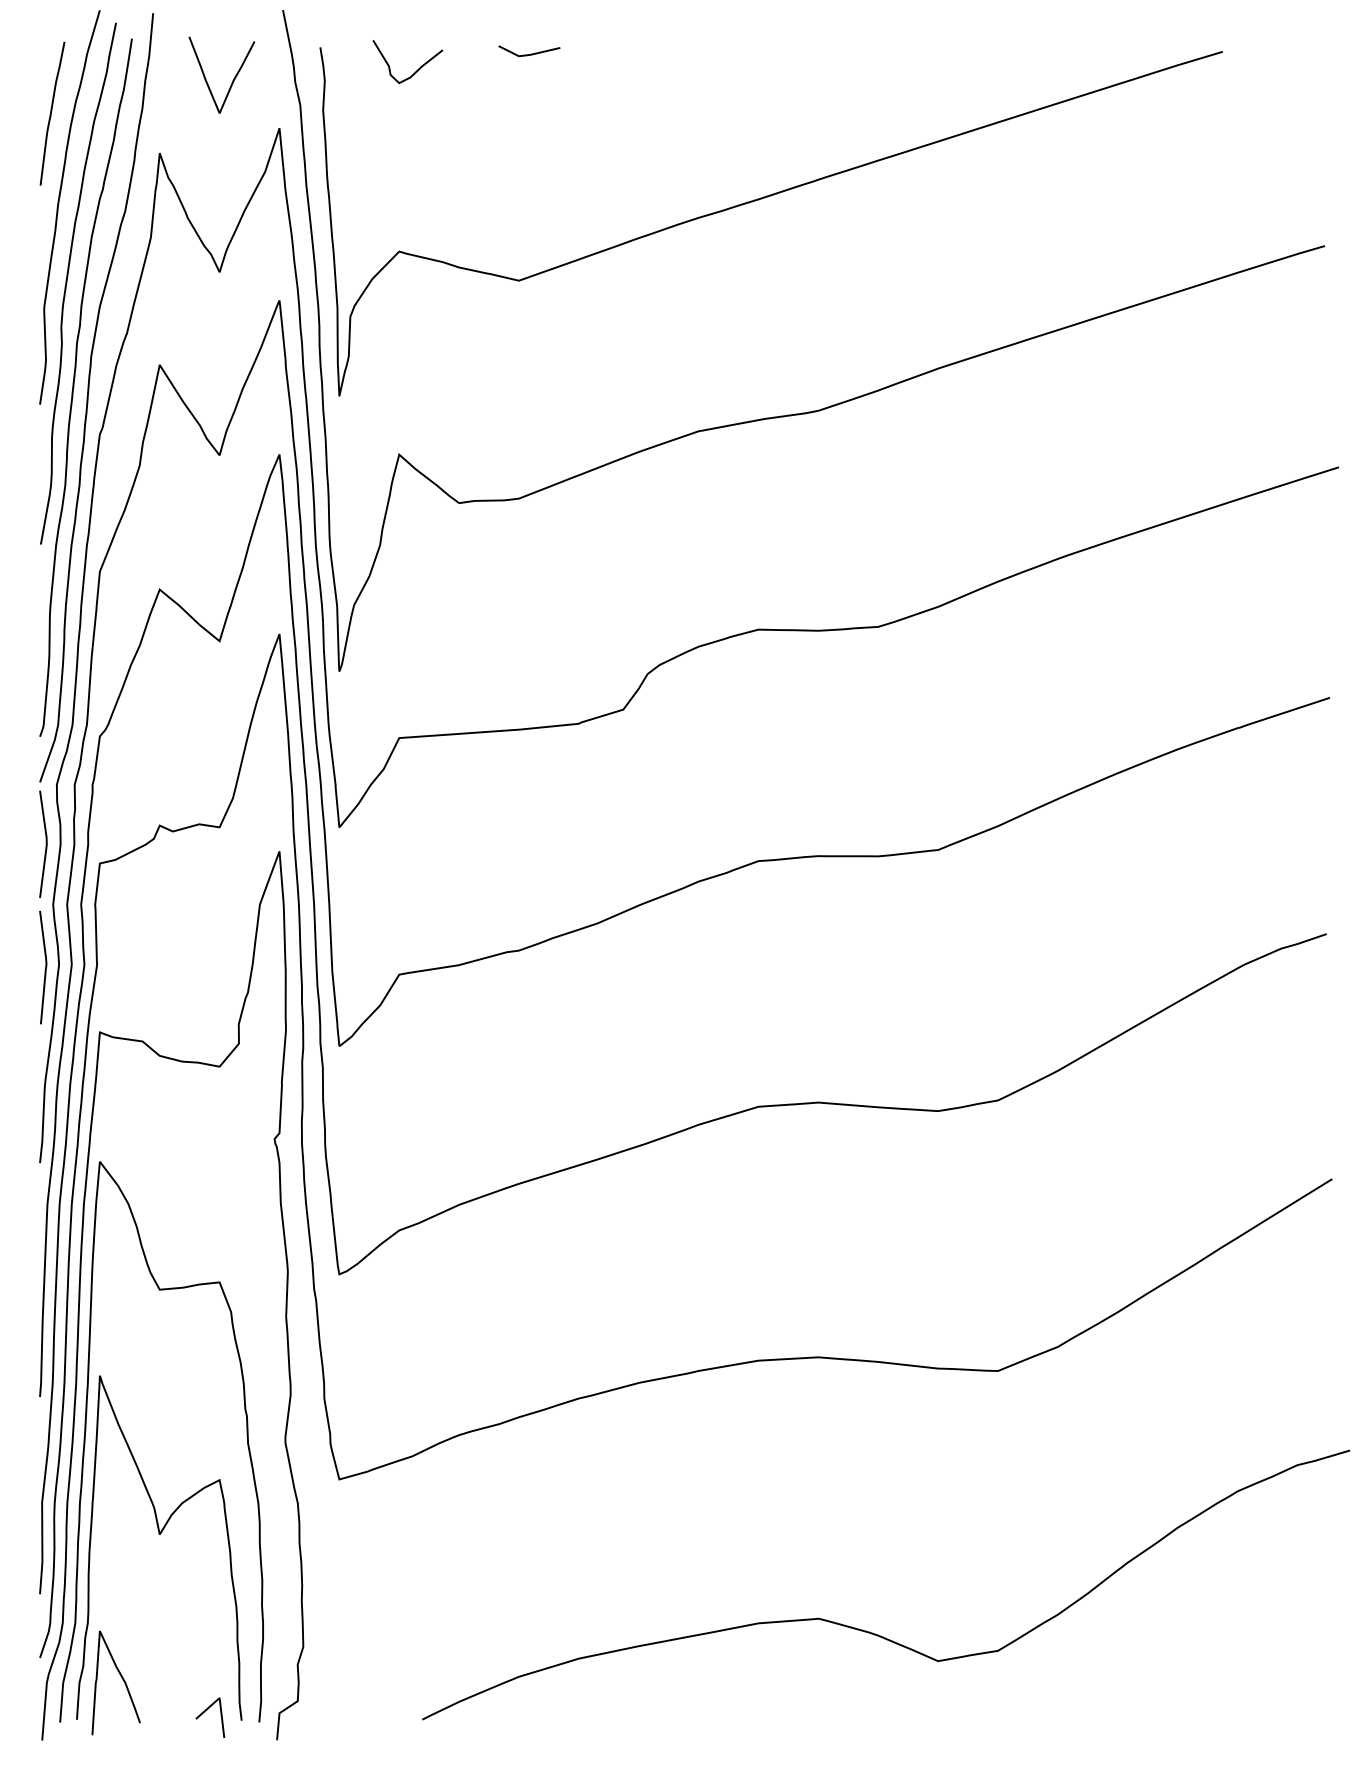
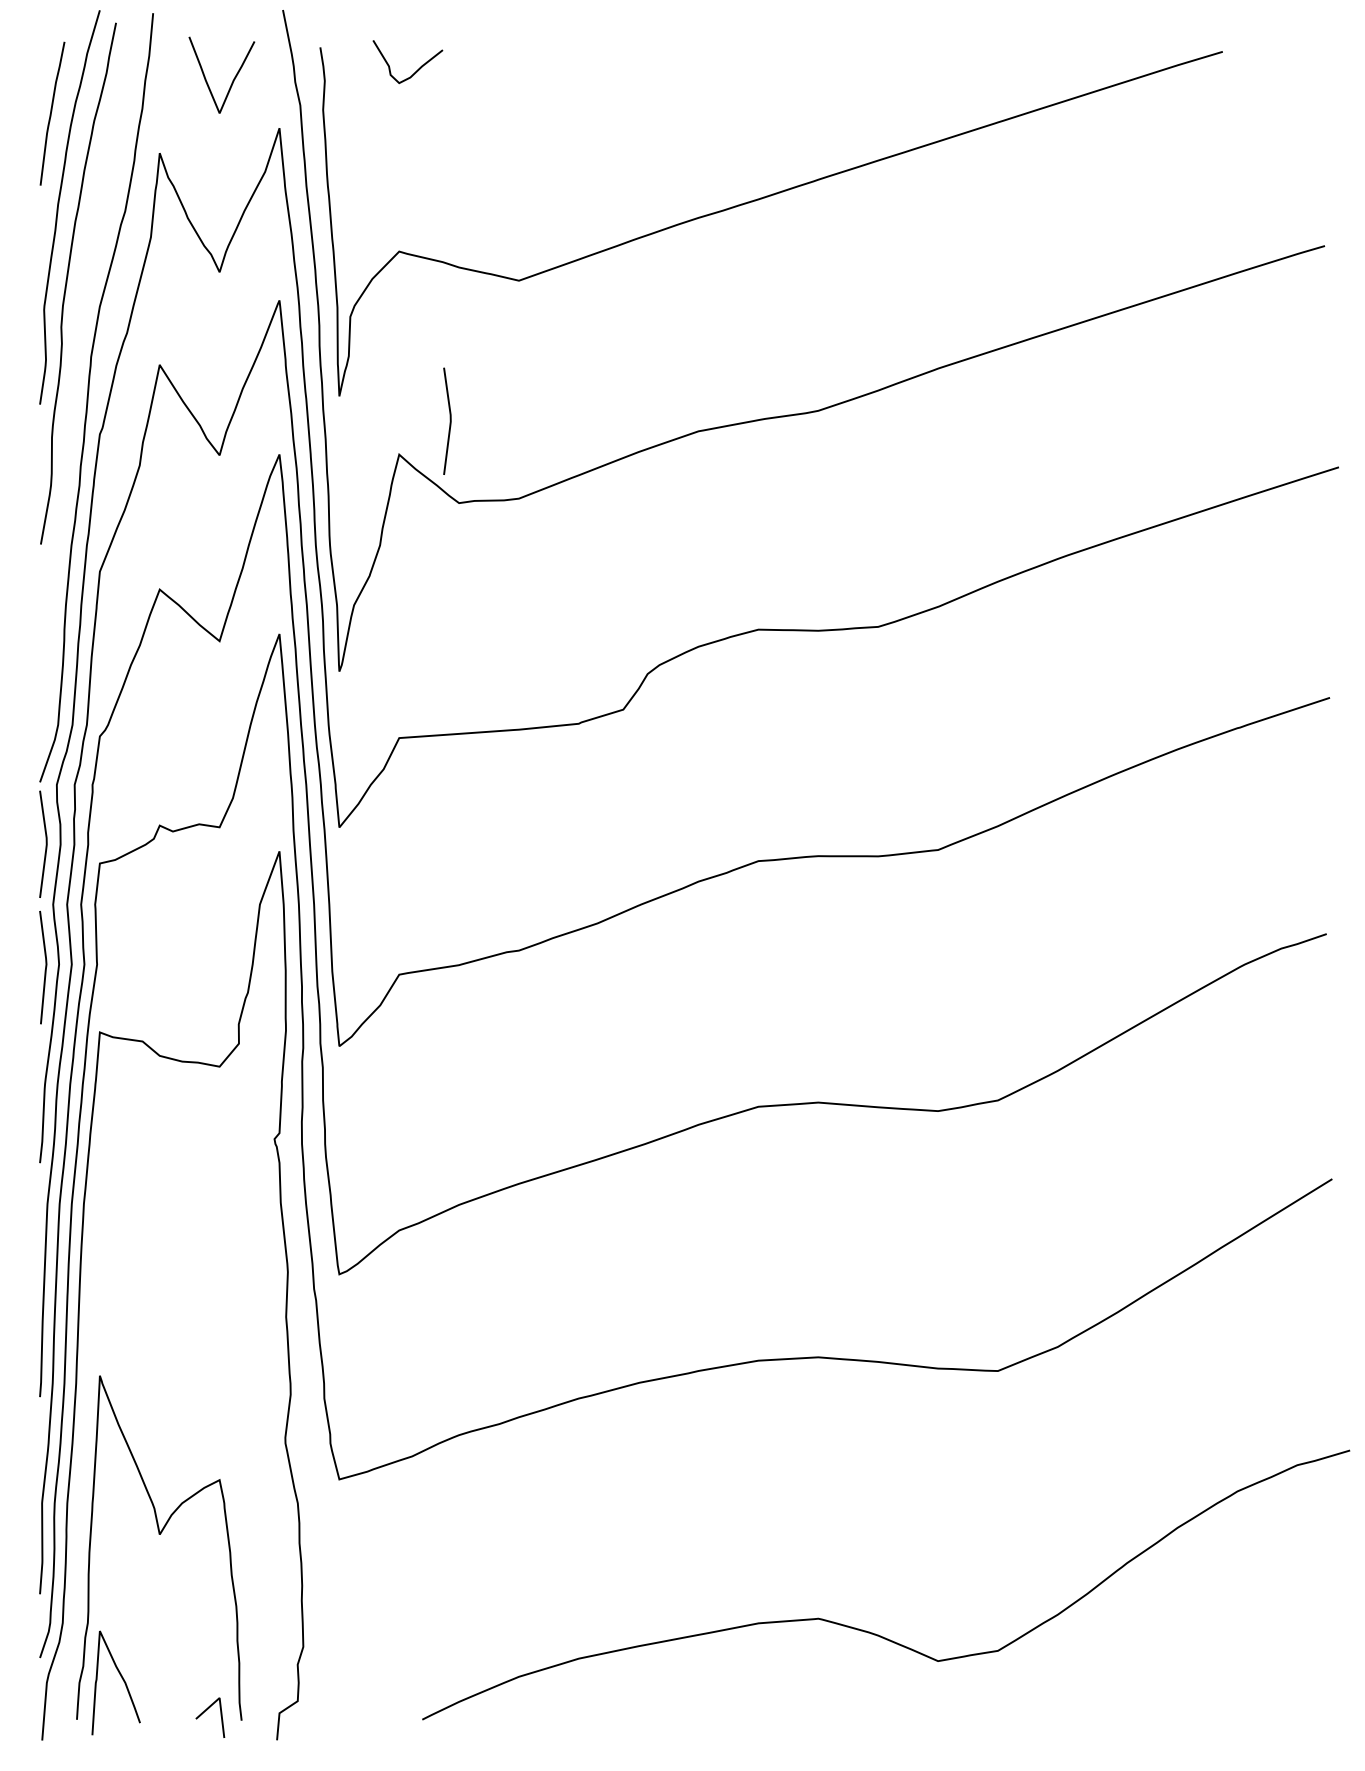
line at (530, 53): present -> none
curve at (74, 387): present -> none
line at (449, 420): none -> present
curve at (86, 1431): present -> none
